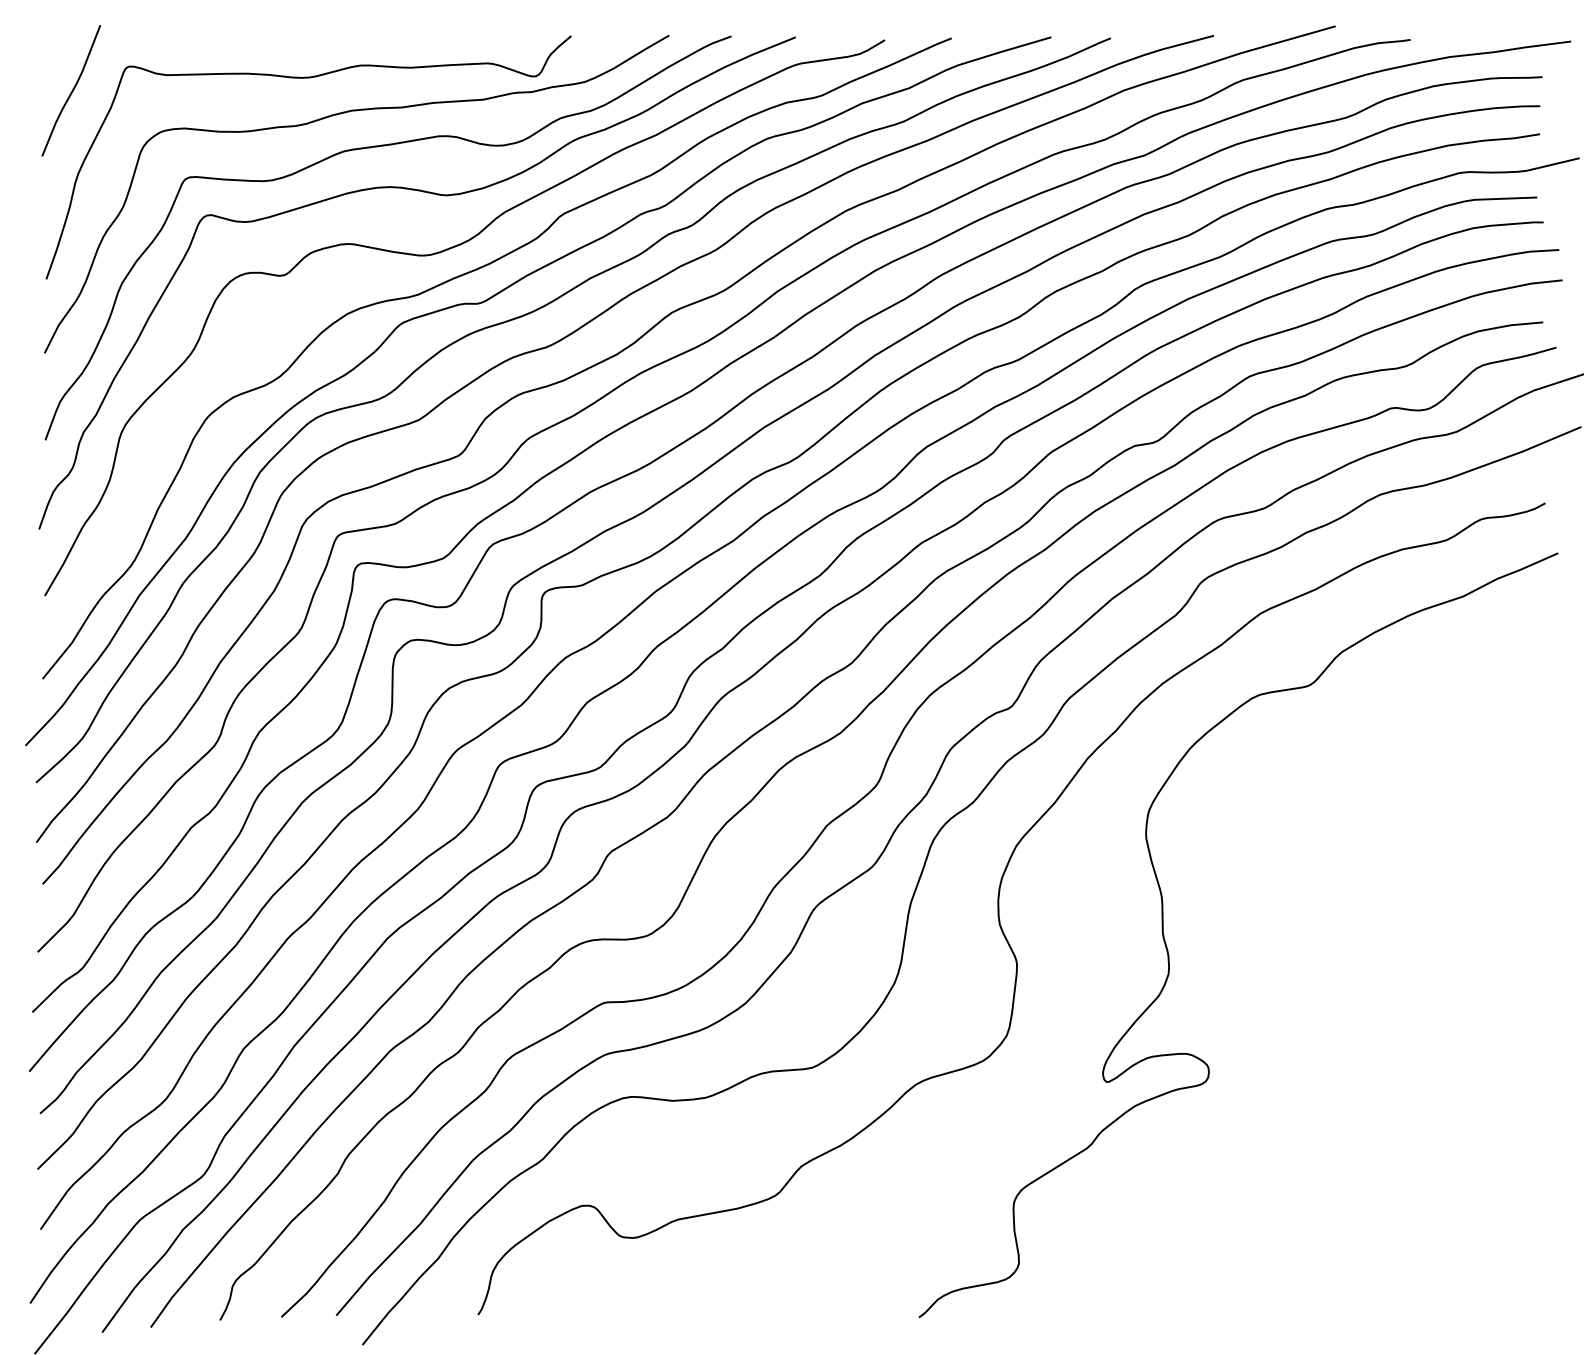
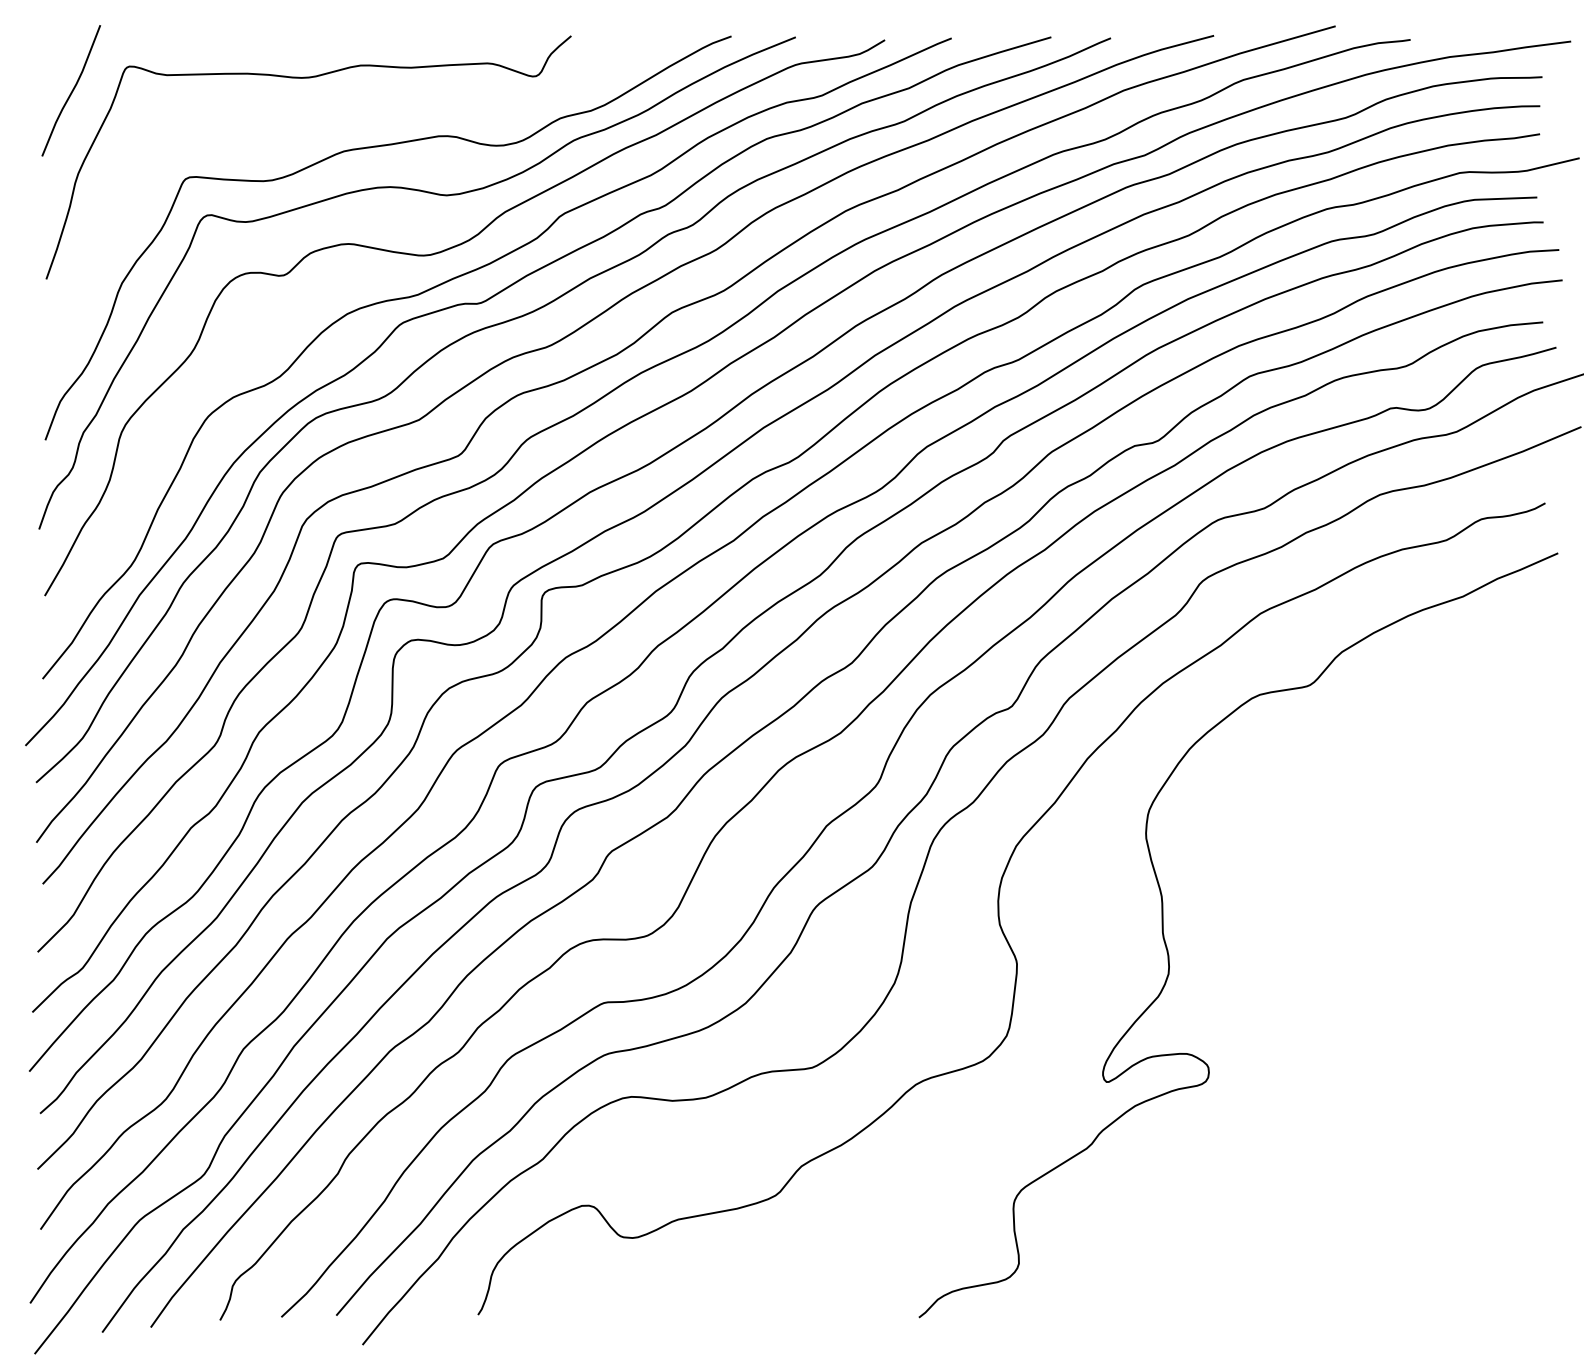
curve at (337, 115): present -> none
